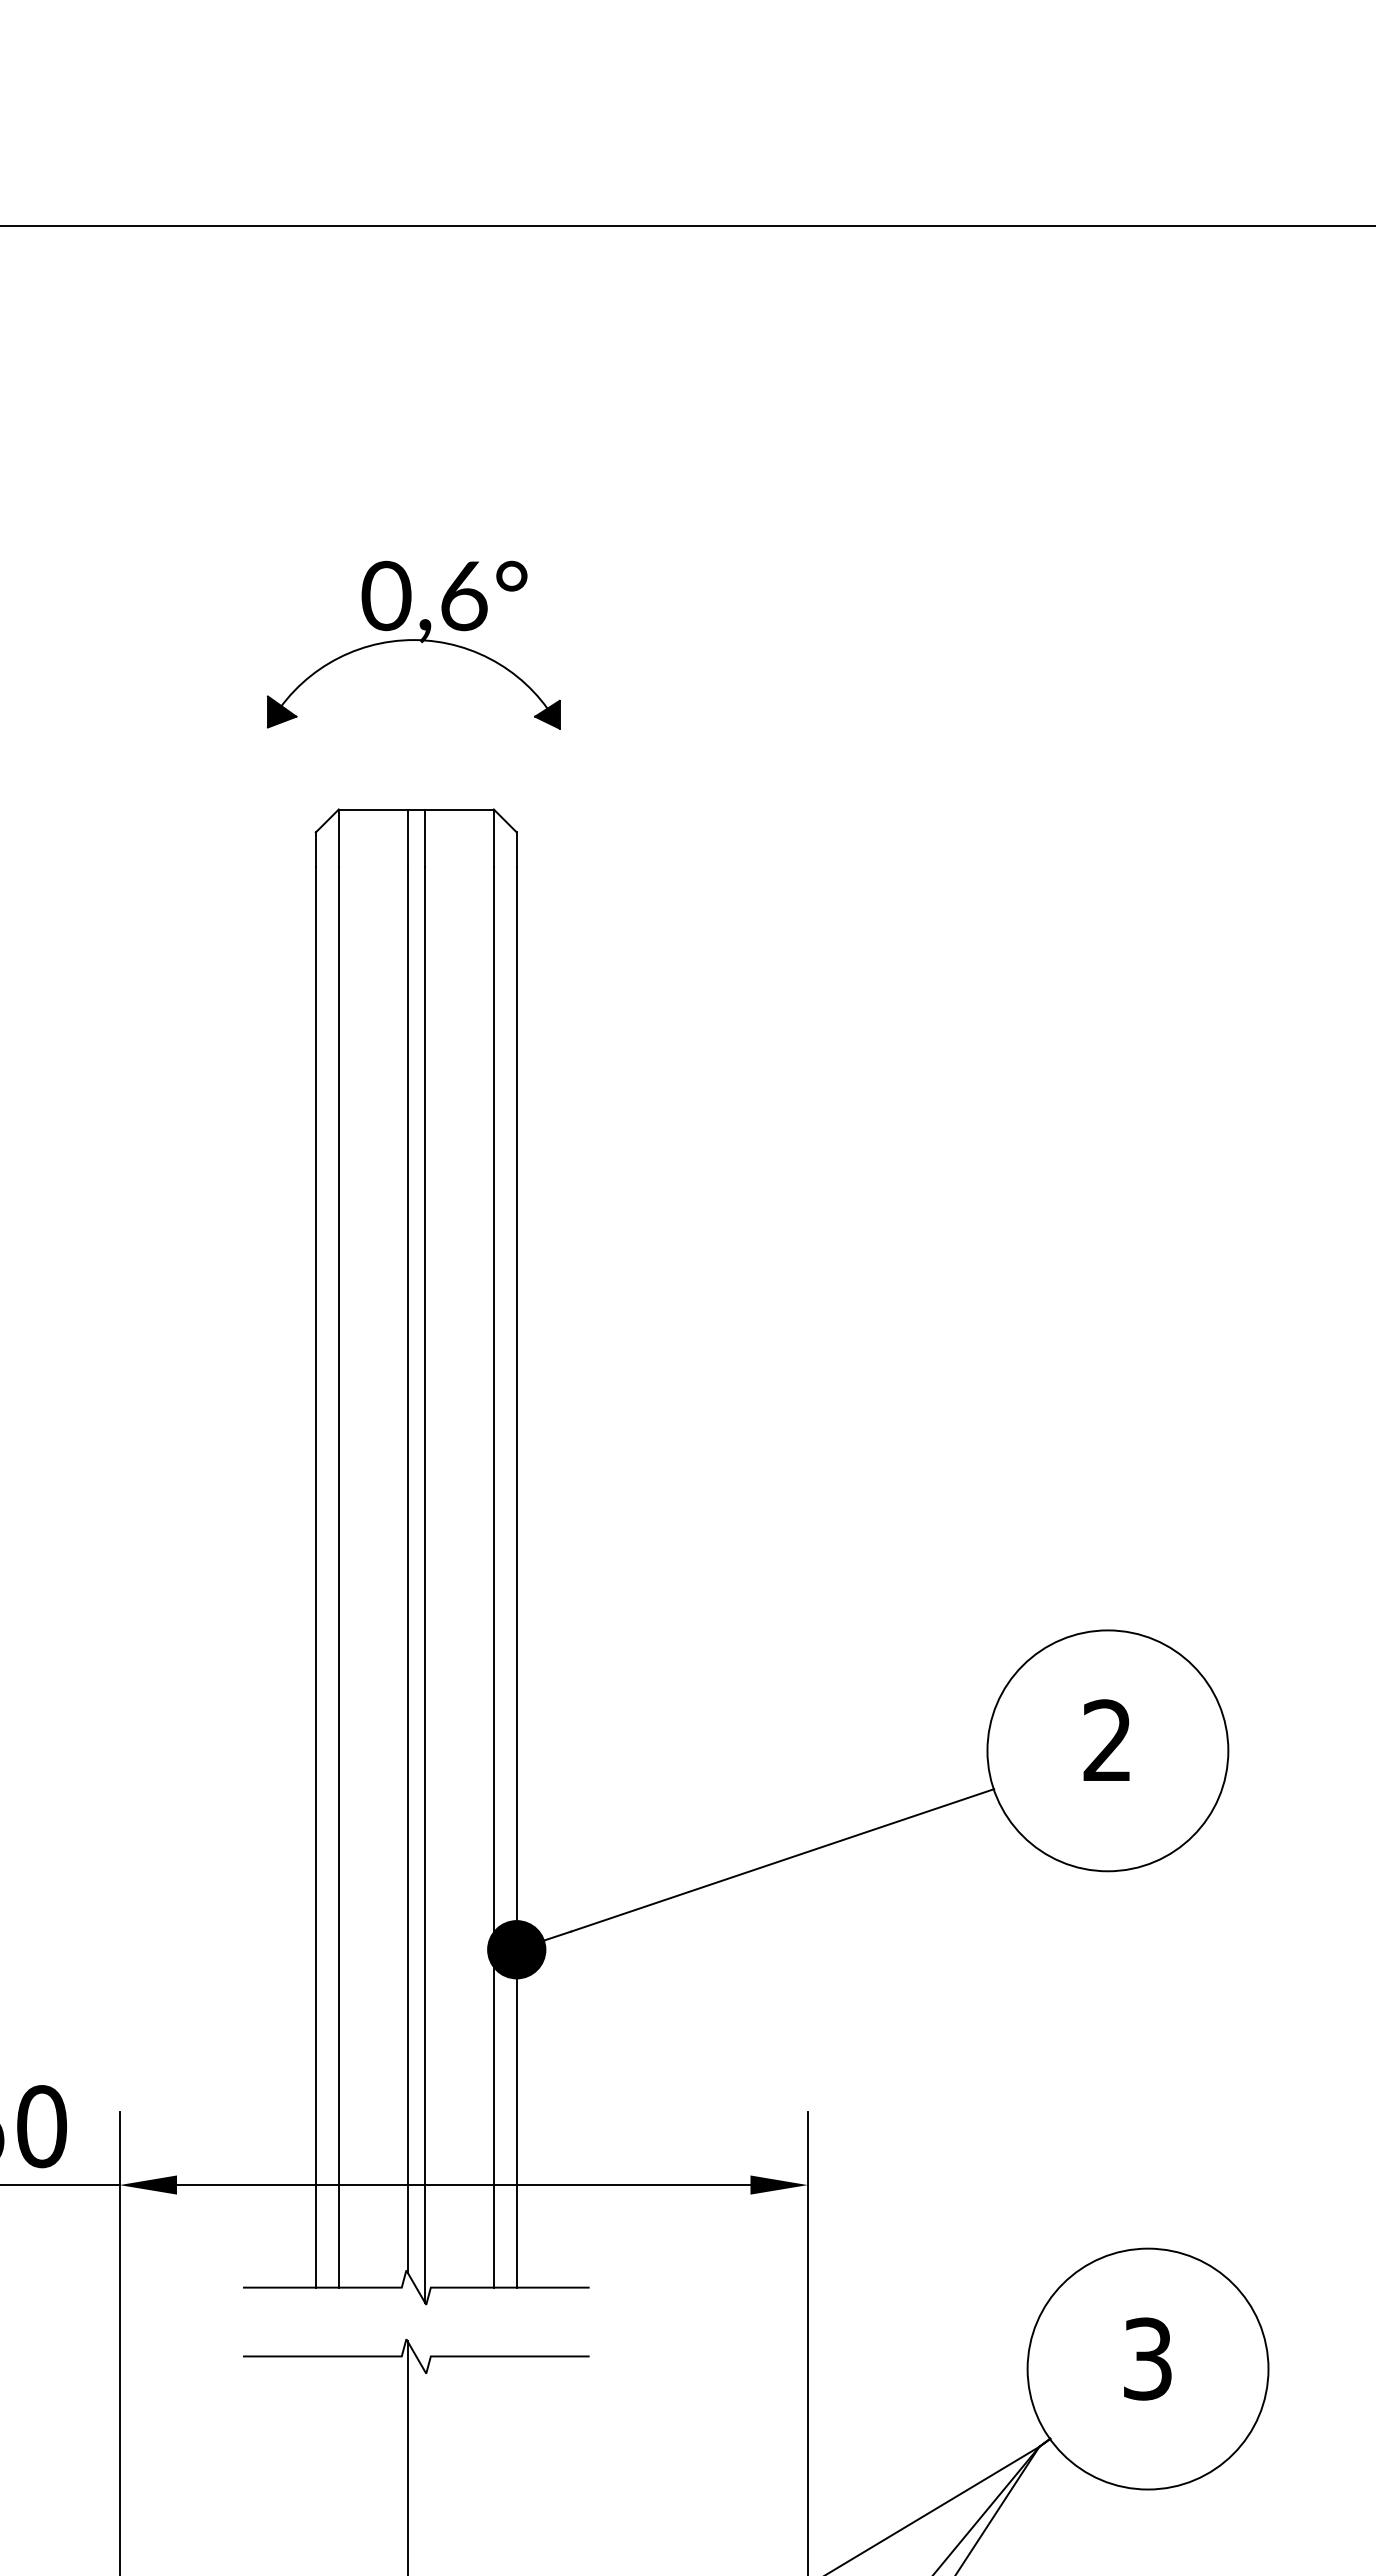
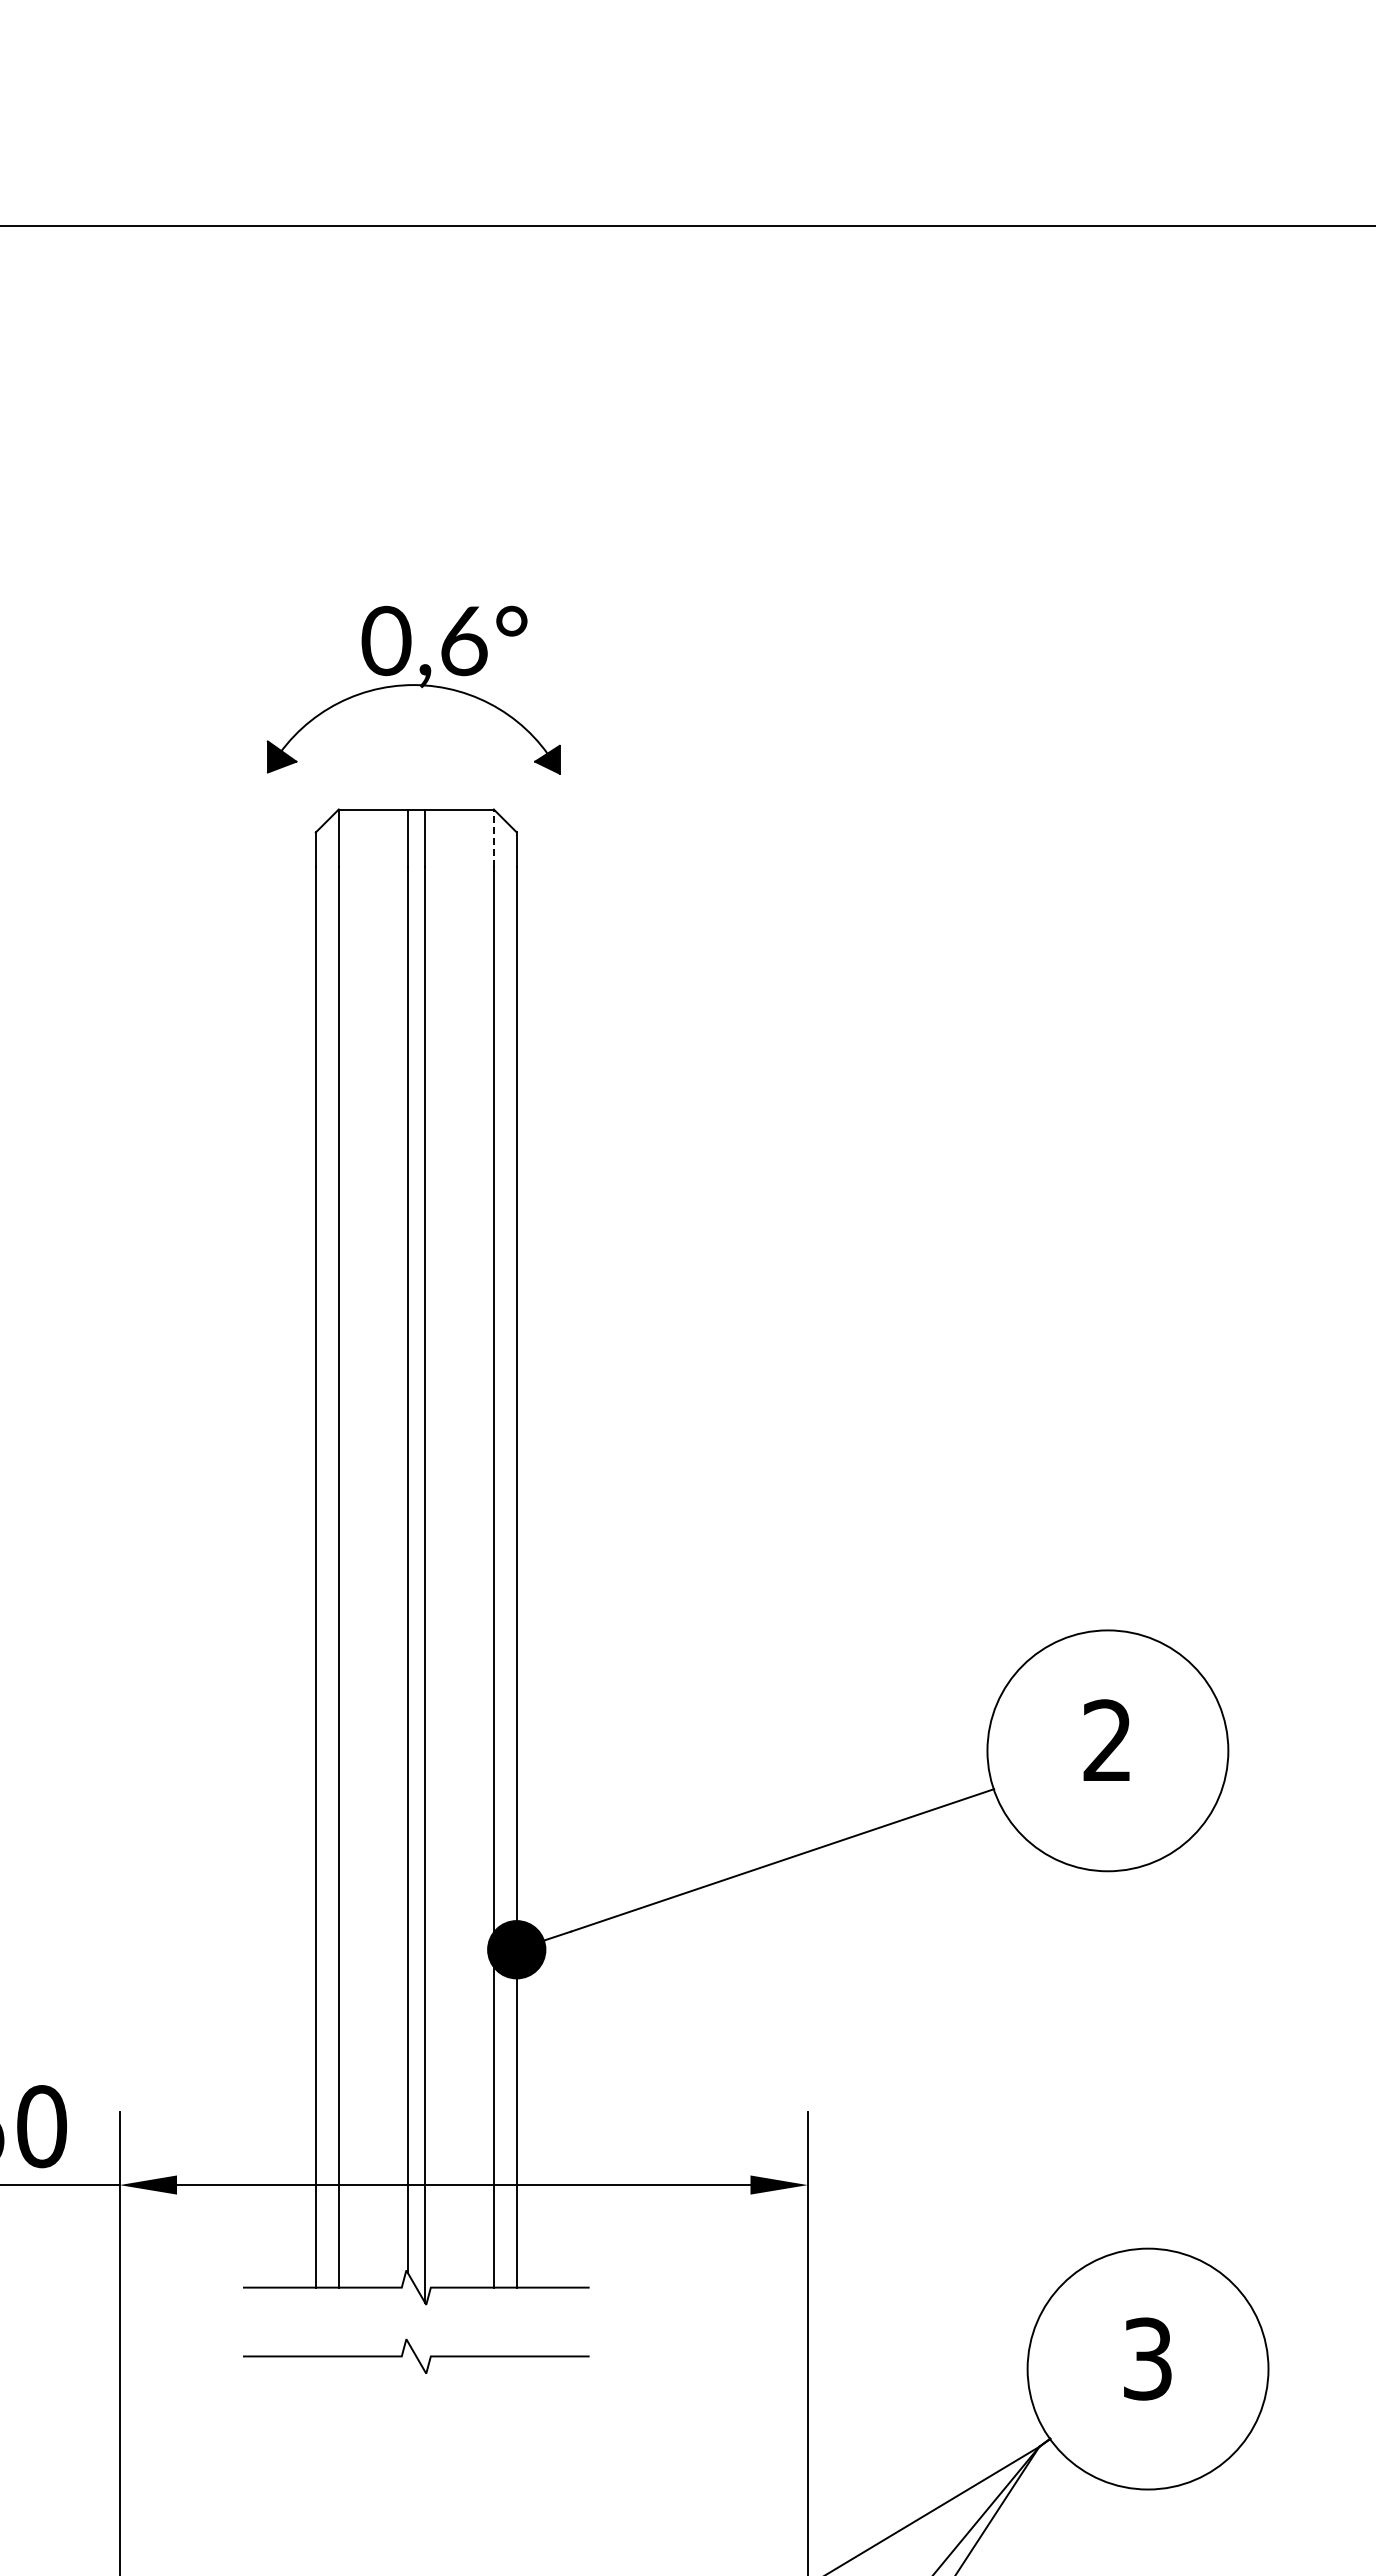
part at (413, 644) position: (413, 644) -> (413, 689)
line at (493, 838): solid -> dashed
line at (407, 2456): present -> none
